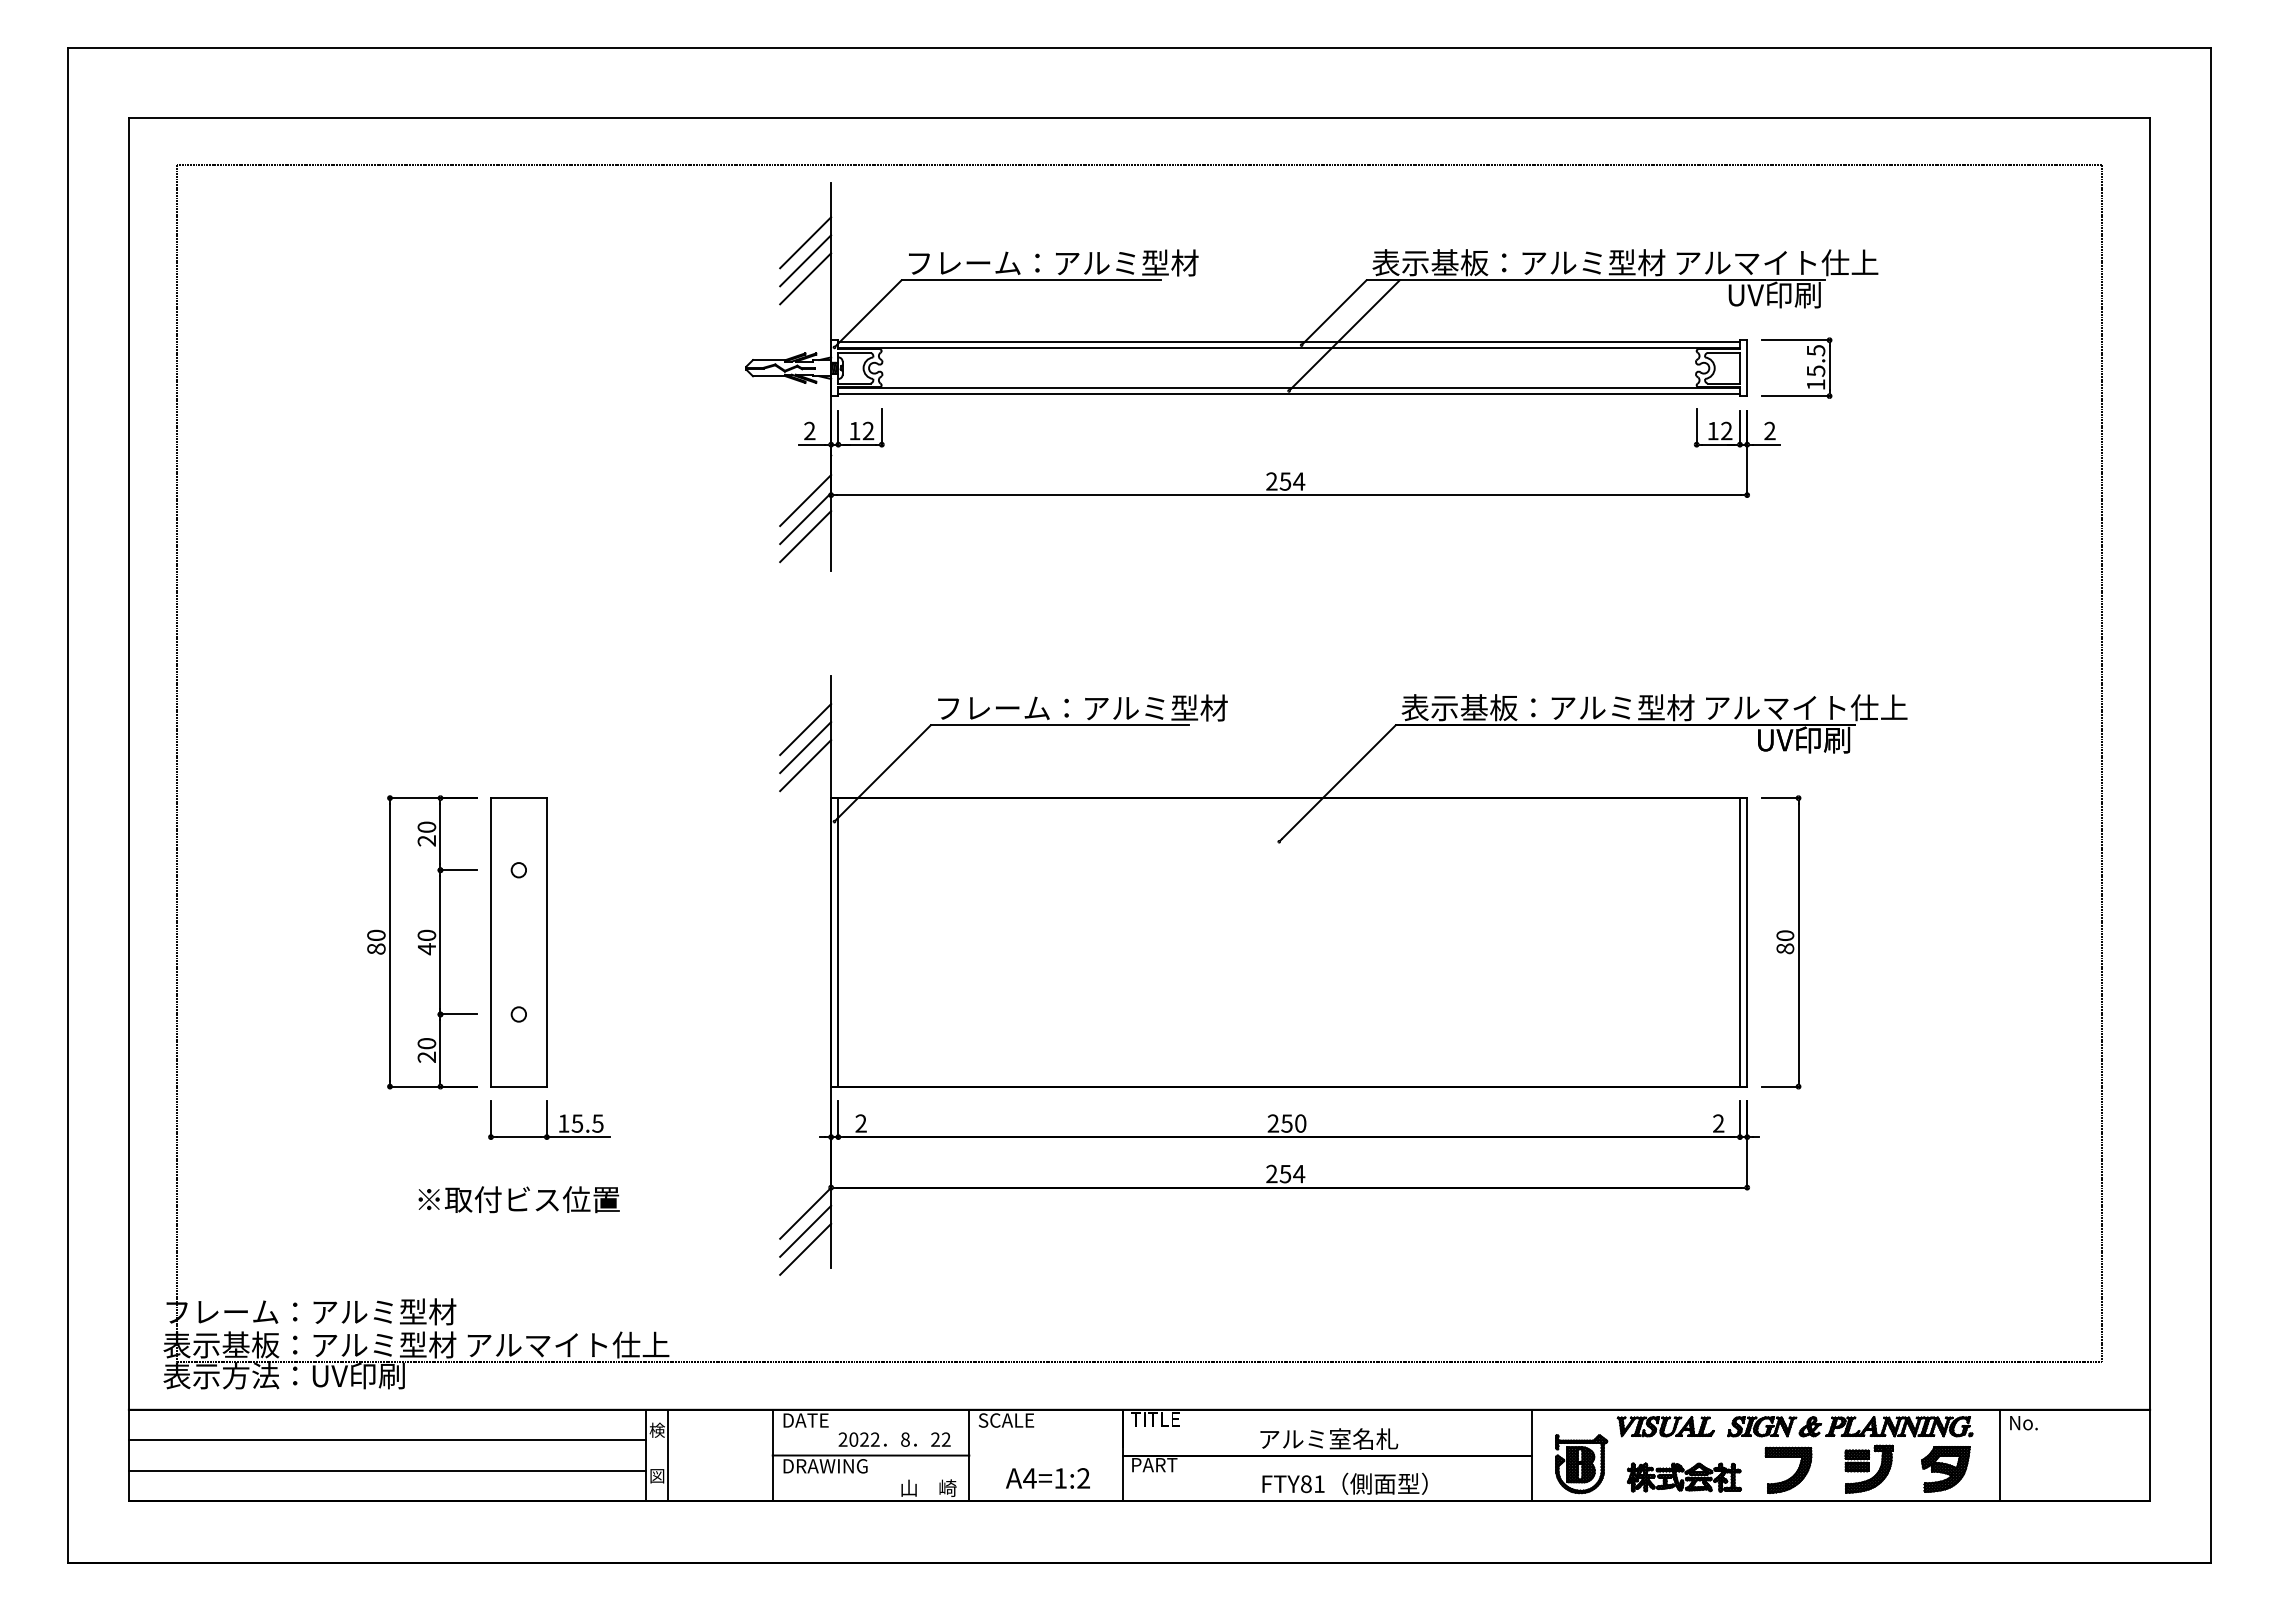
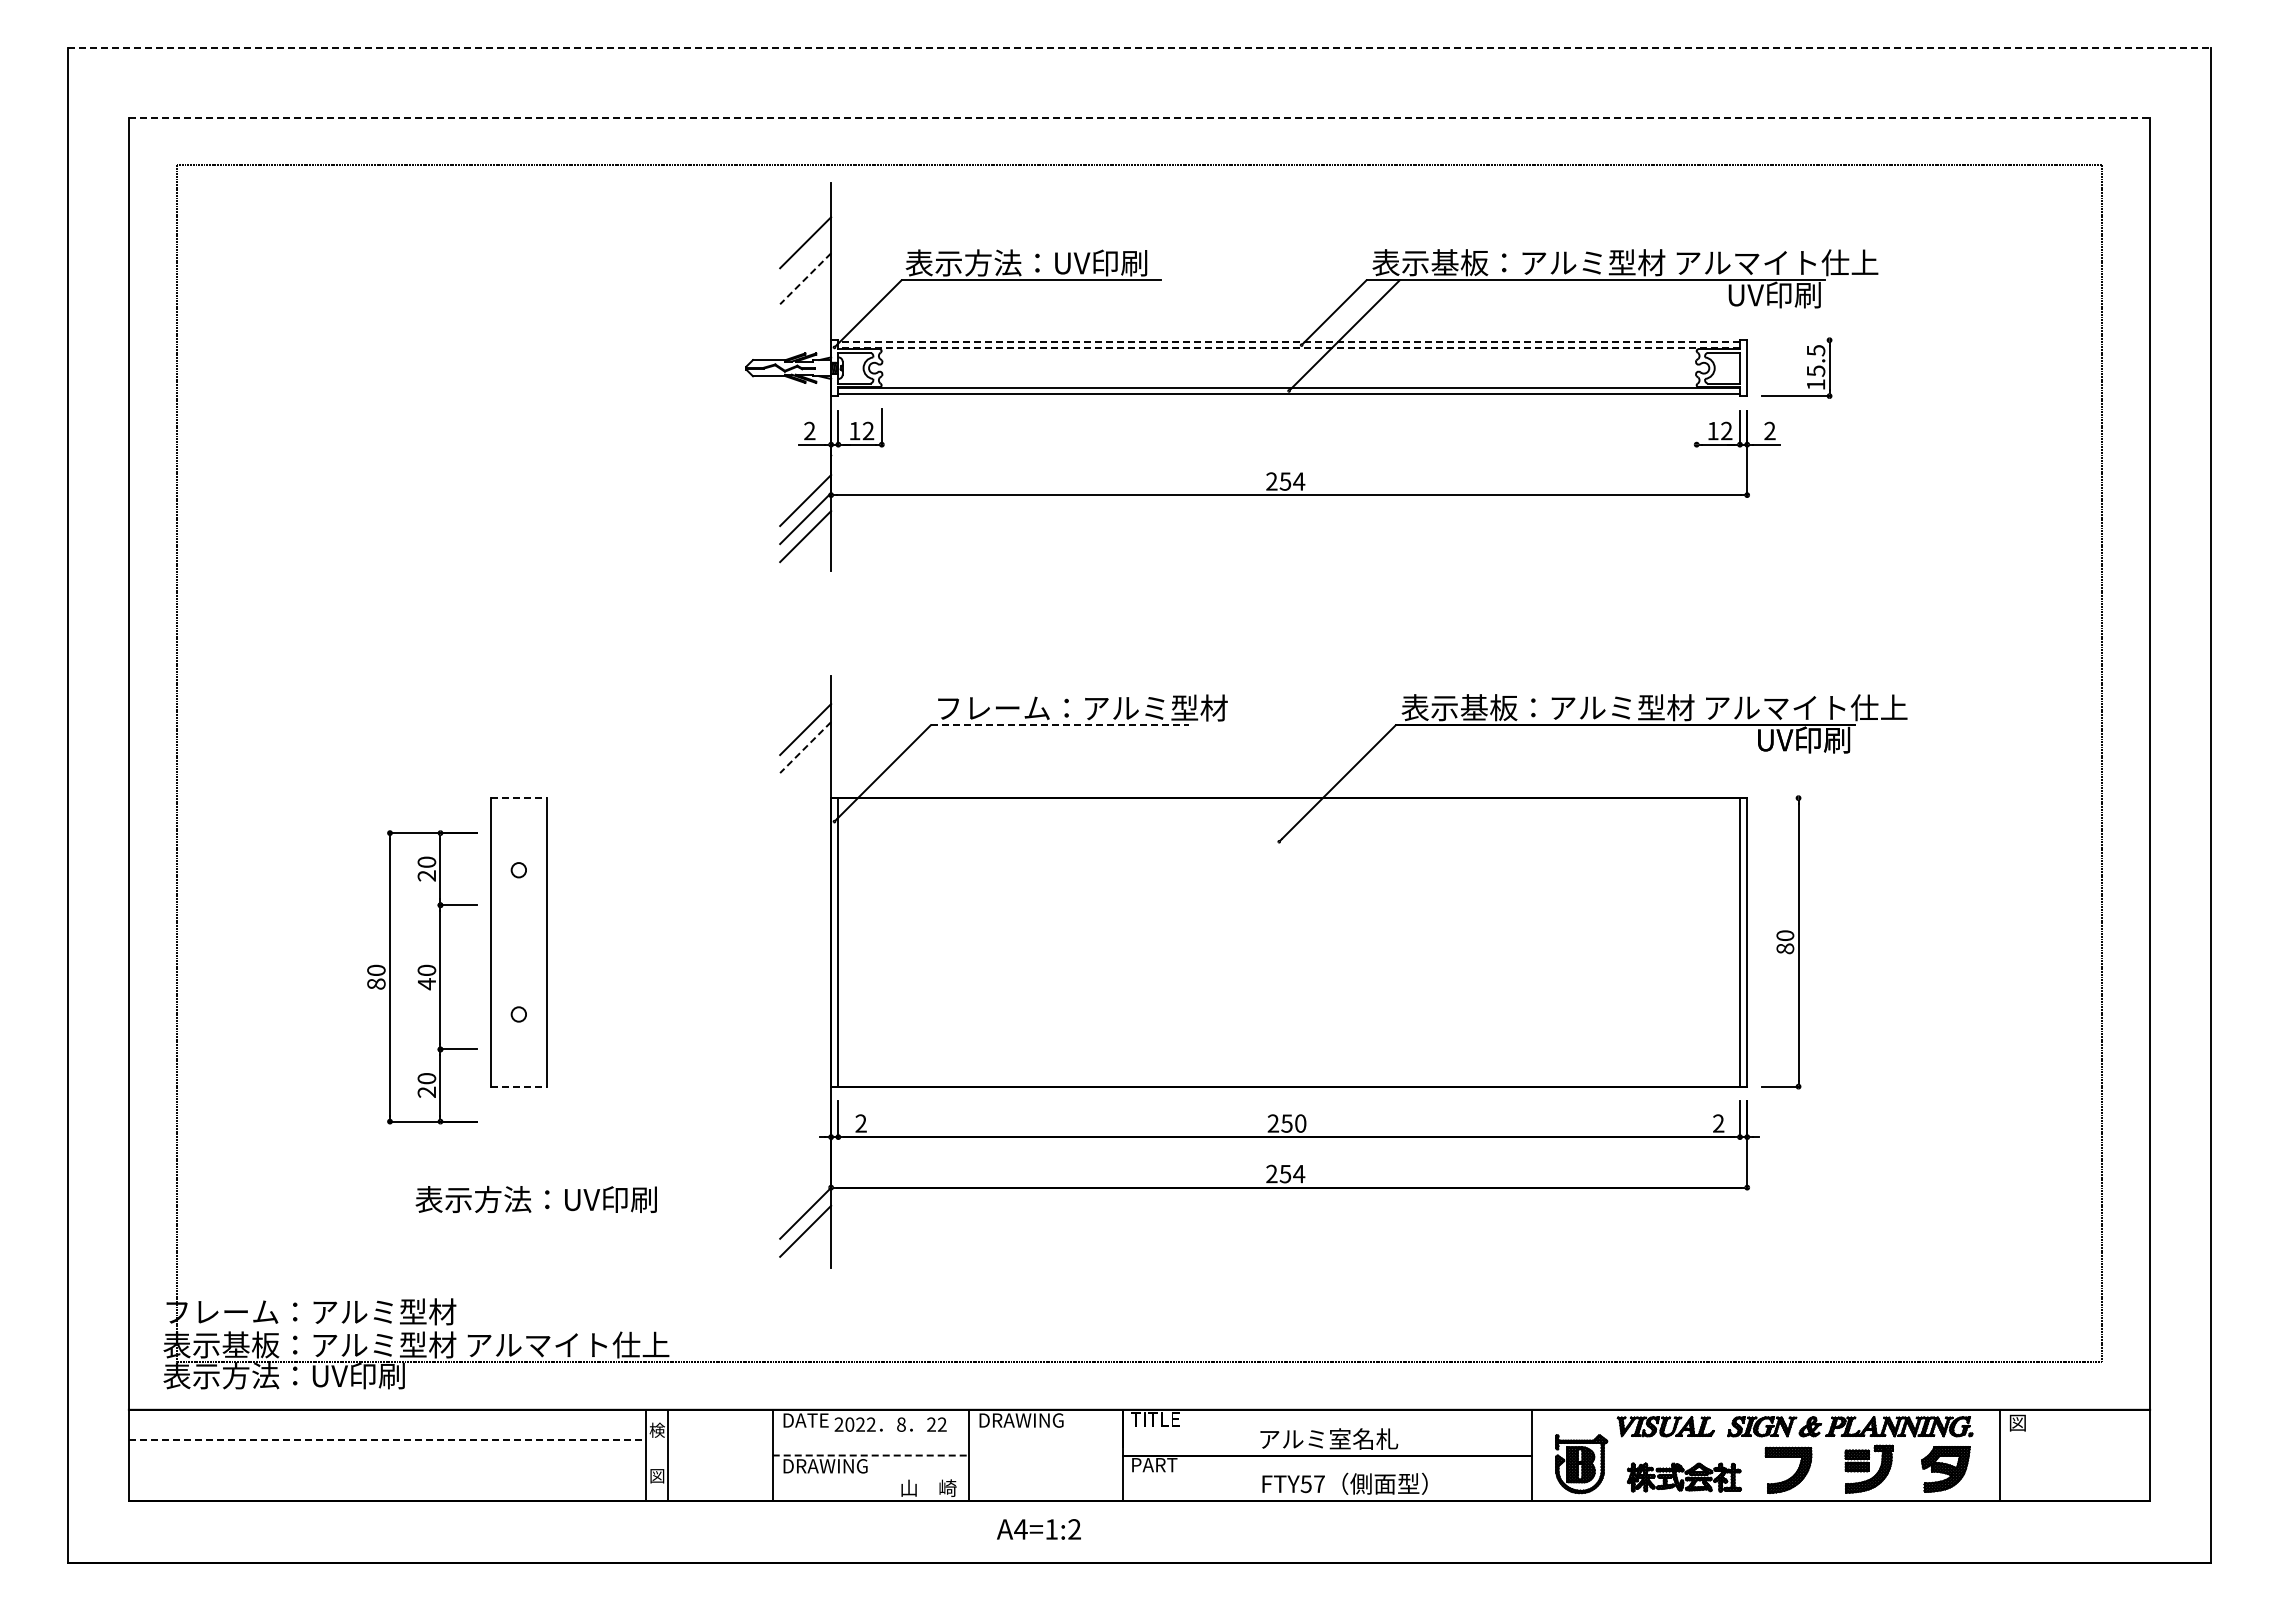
line at (1140, 48): solid -> dashed
line at (1139, 117): solid -> dashed
line at (805, 260): present -> none
text at (1051, 262): フレーム：アルミ型材 -> 表示方法：UV印刷
line at (805, 279): solid -> dashed
line at (1795, 340): present -> none
line at (1289, 342): solid -> dashed
line at (1289, 348): solid -> dashed
line at (1696, 426): present -> none
line at (1060, 724): solid -> dashed
line at (805, 747): solid -> dashed
line at (805, 765): present -> none
line at (518, 798): solid -> dashed
line at (1779, 798): present -> none
part at (422, 942) position: (422, 942) -> (422, 977)
line at (518, 1086): solid -> dashed
part at (549, 1119): present -> none
text at (535, 1199): ※取付ビス位置 -> 表示方法：UV印刷
line at (805, 1248): present -> none
text at (1020, 1420): SCALE -> DRAWING
text at (2023, 1422): No. -> 図
text at (894, 1439) position: (894, 1439) -> (890, 1424)
line at (387, 1440): solid -> dashed
line at (871, 1455): solid -> dashed
line at (387, 1470): present -> none
text at (1047, 1478) position: (1047, 1478) -> (1038, 1529)
text at (1312, 1483): FTY81 -> FTY57
